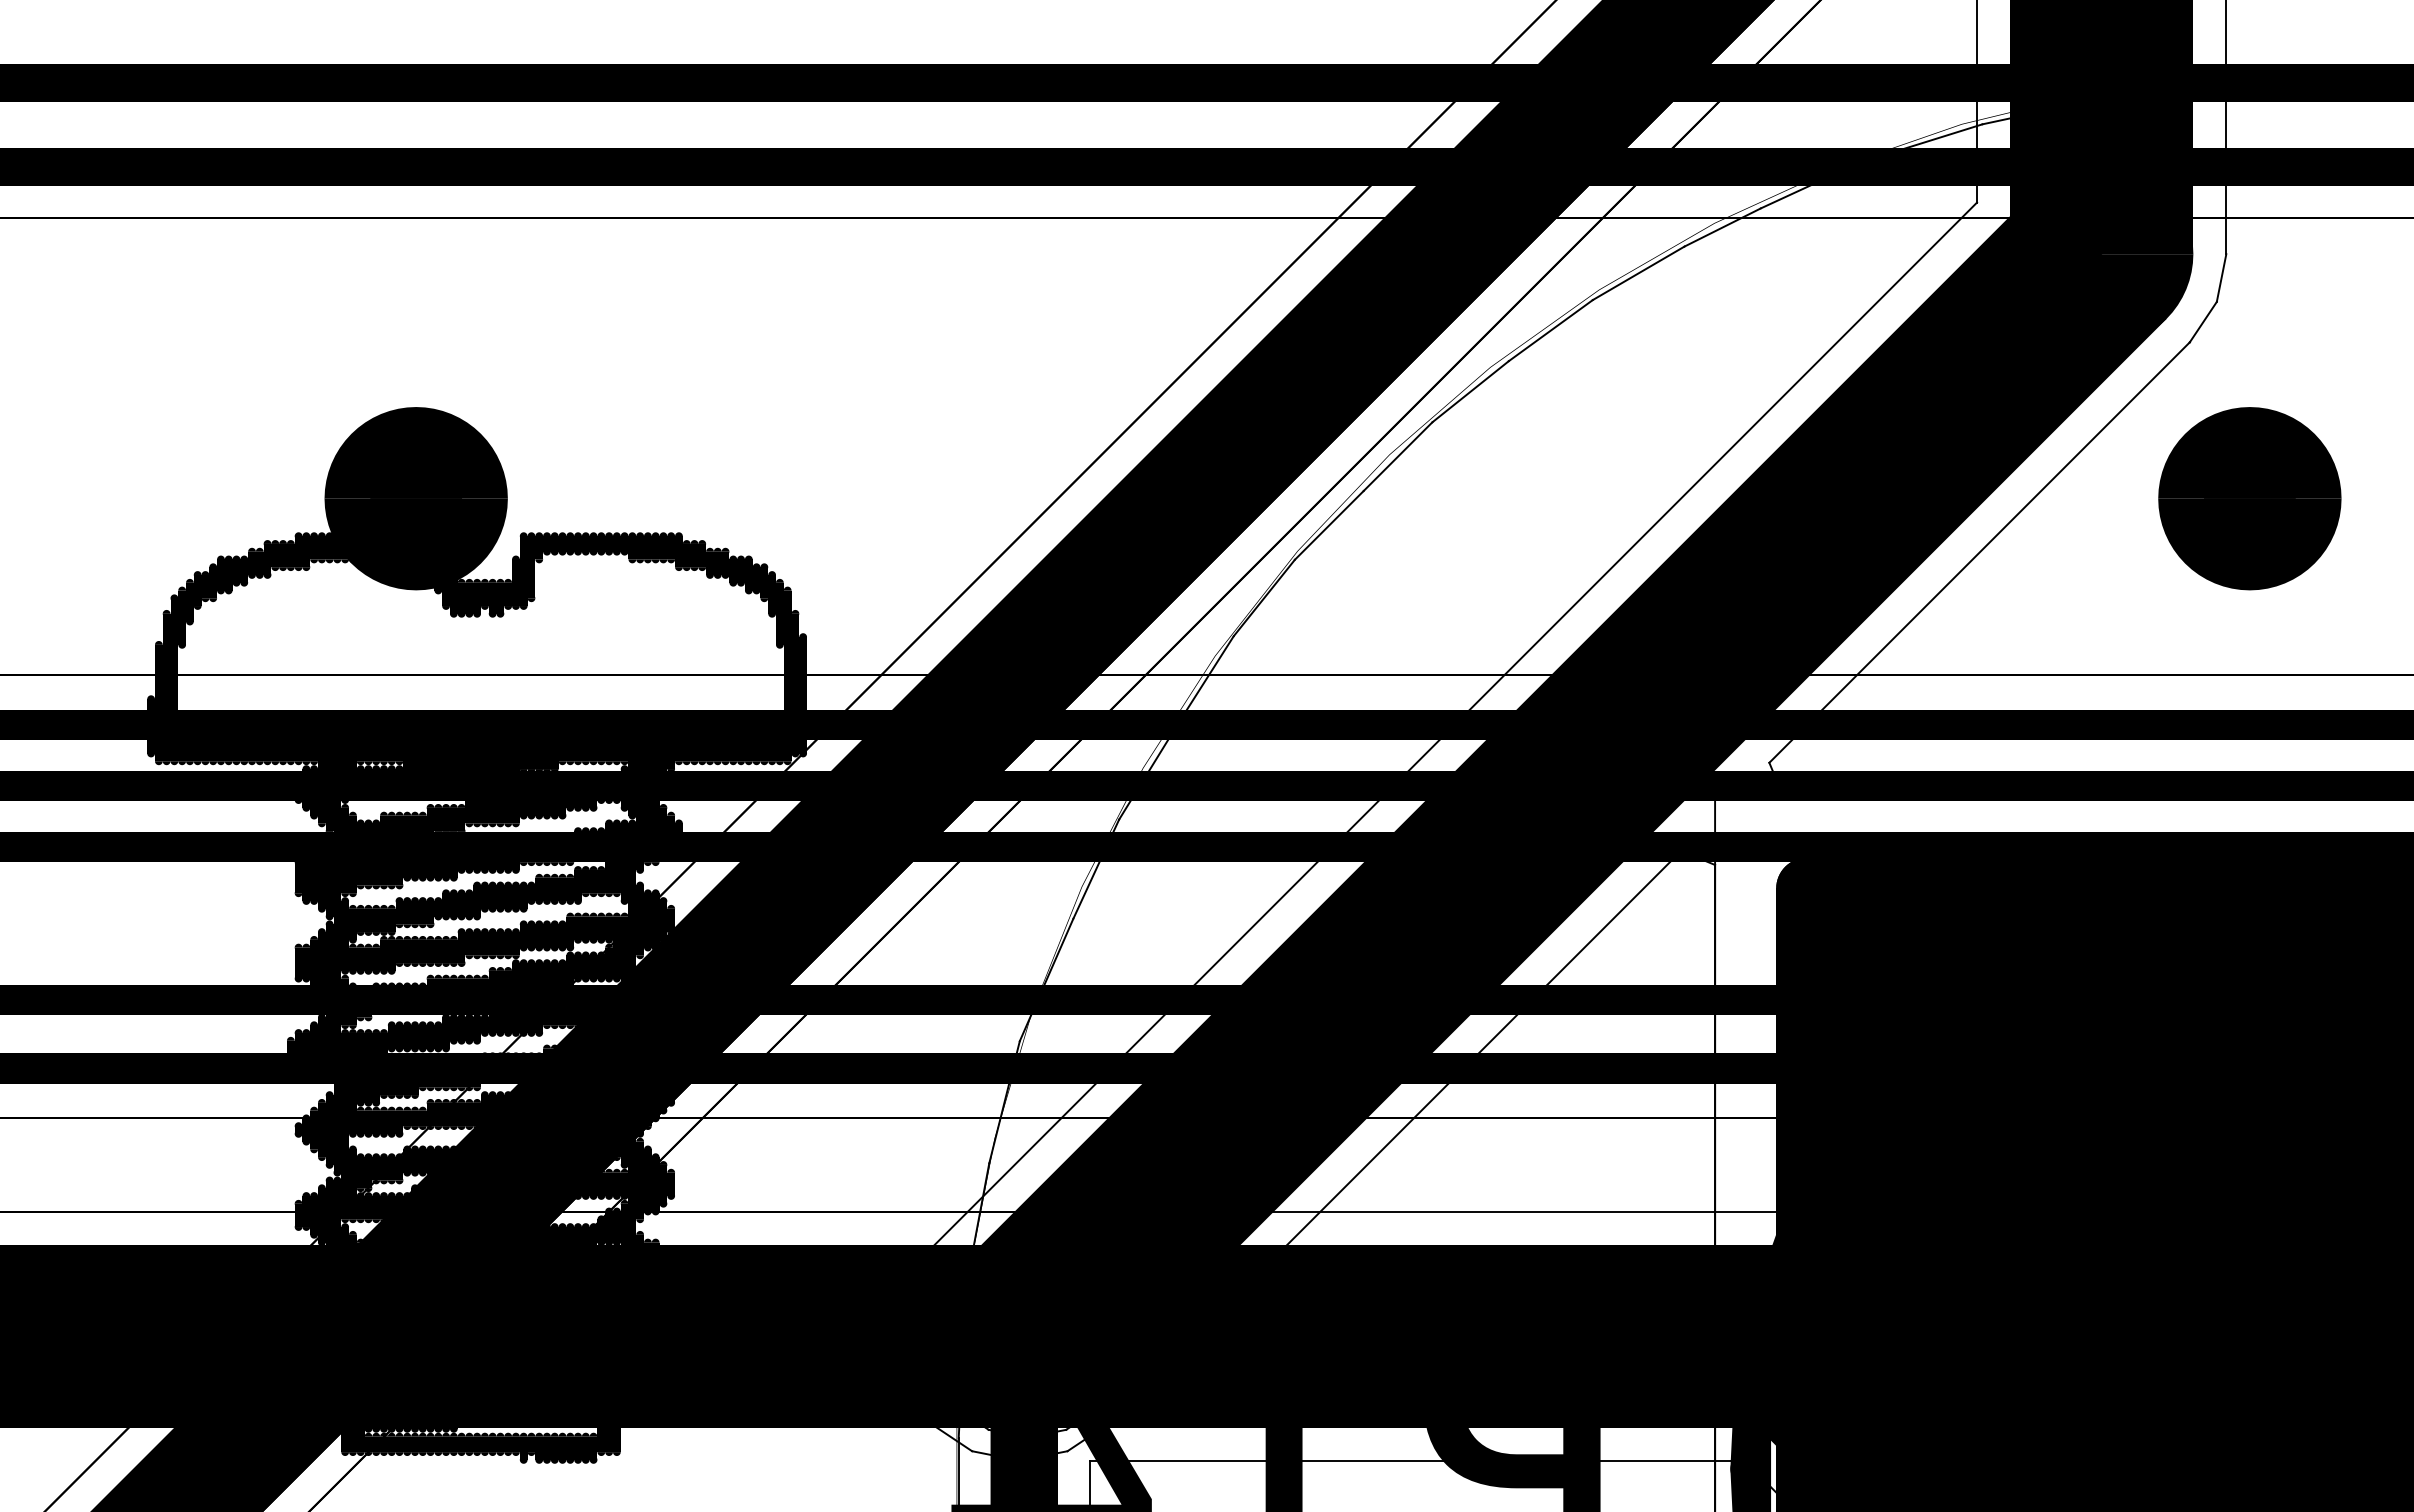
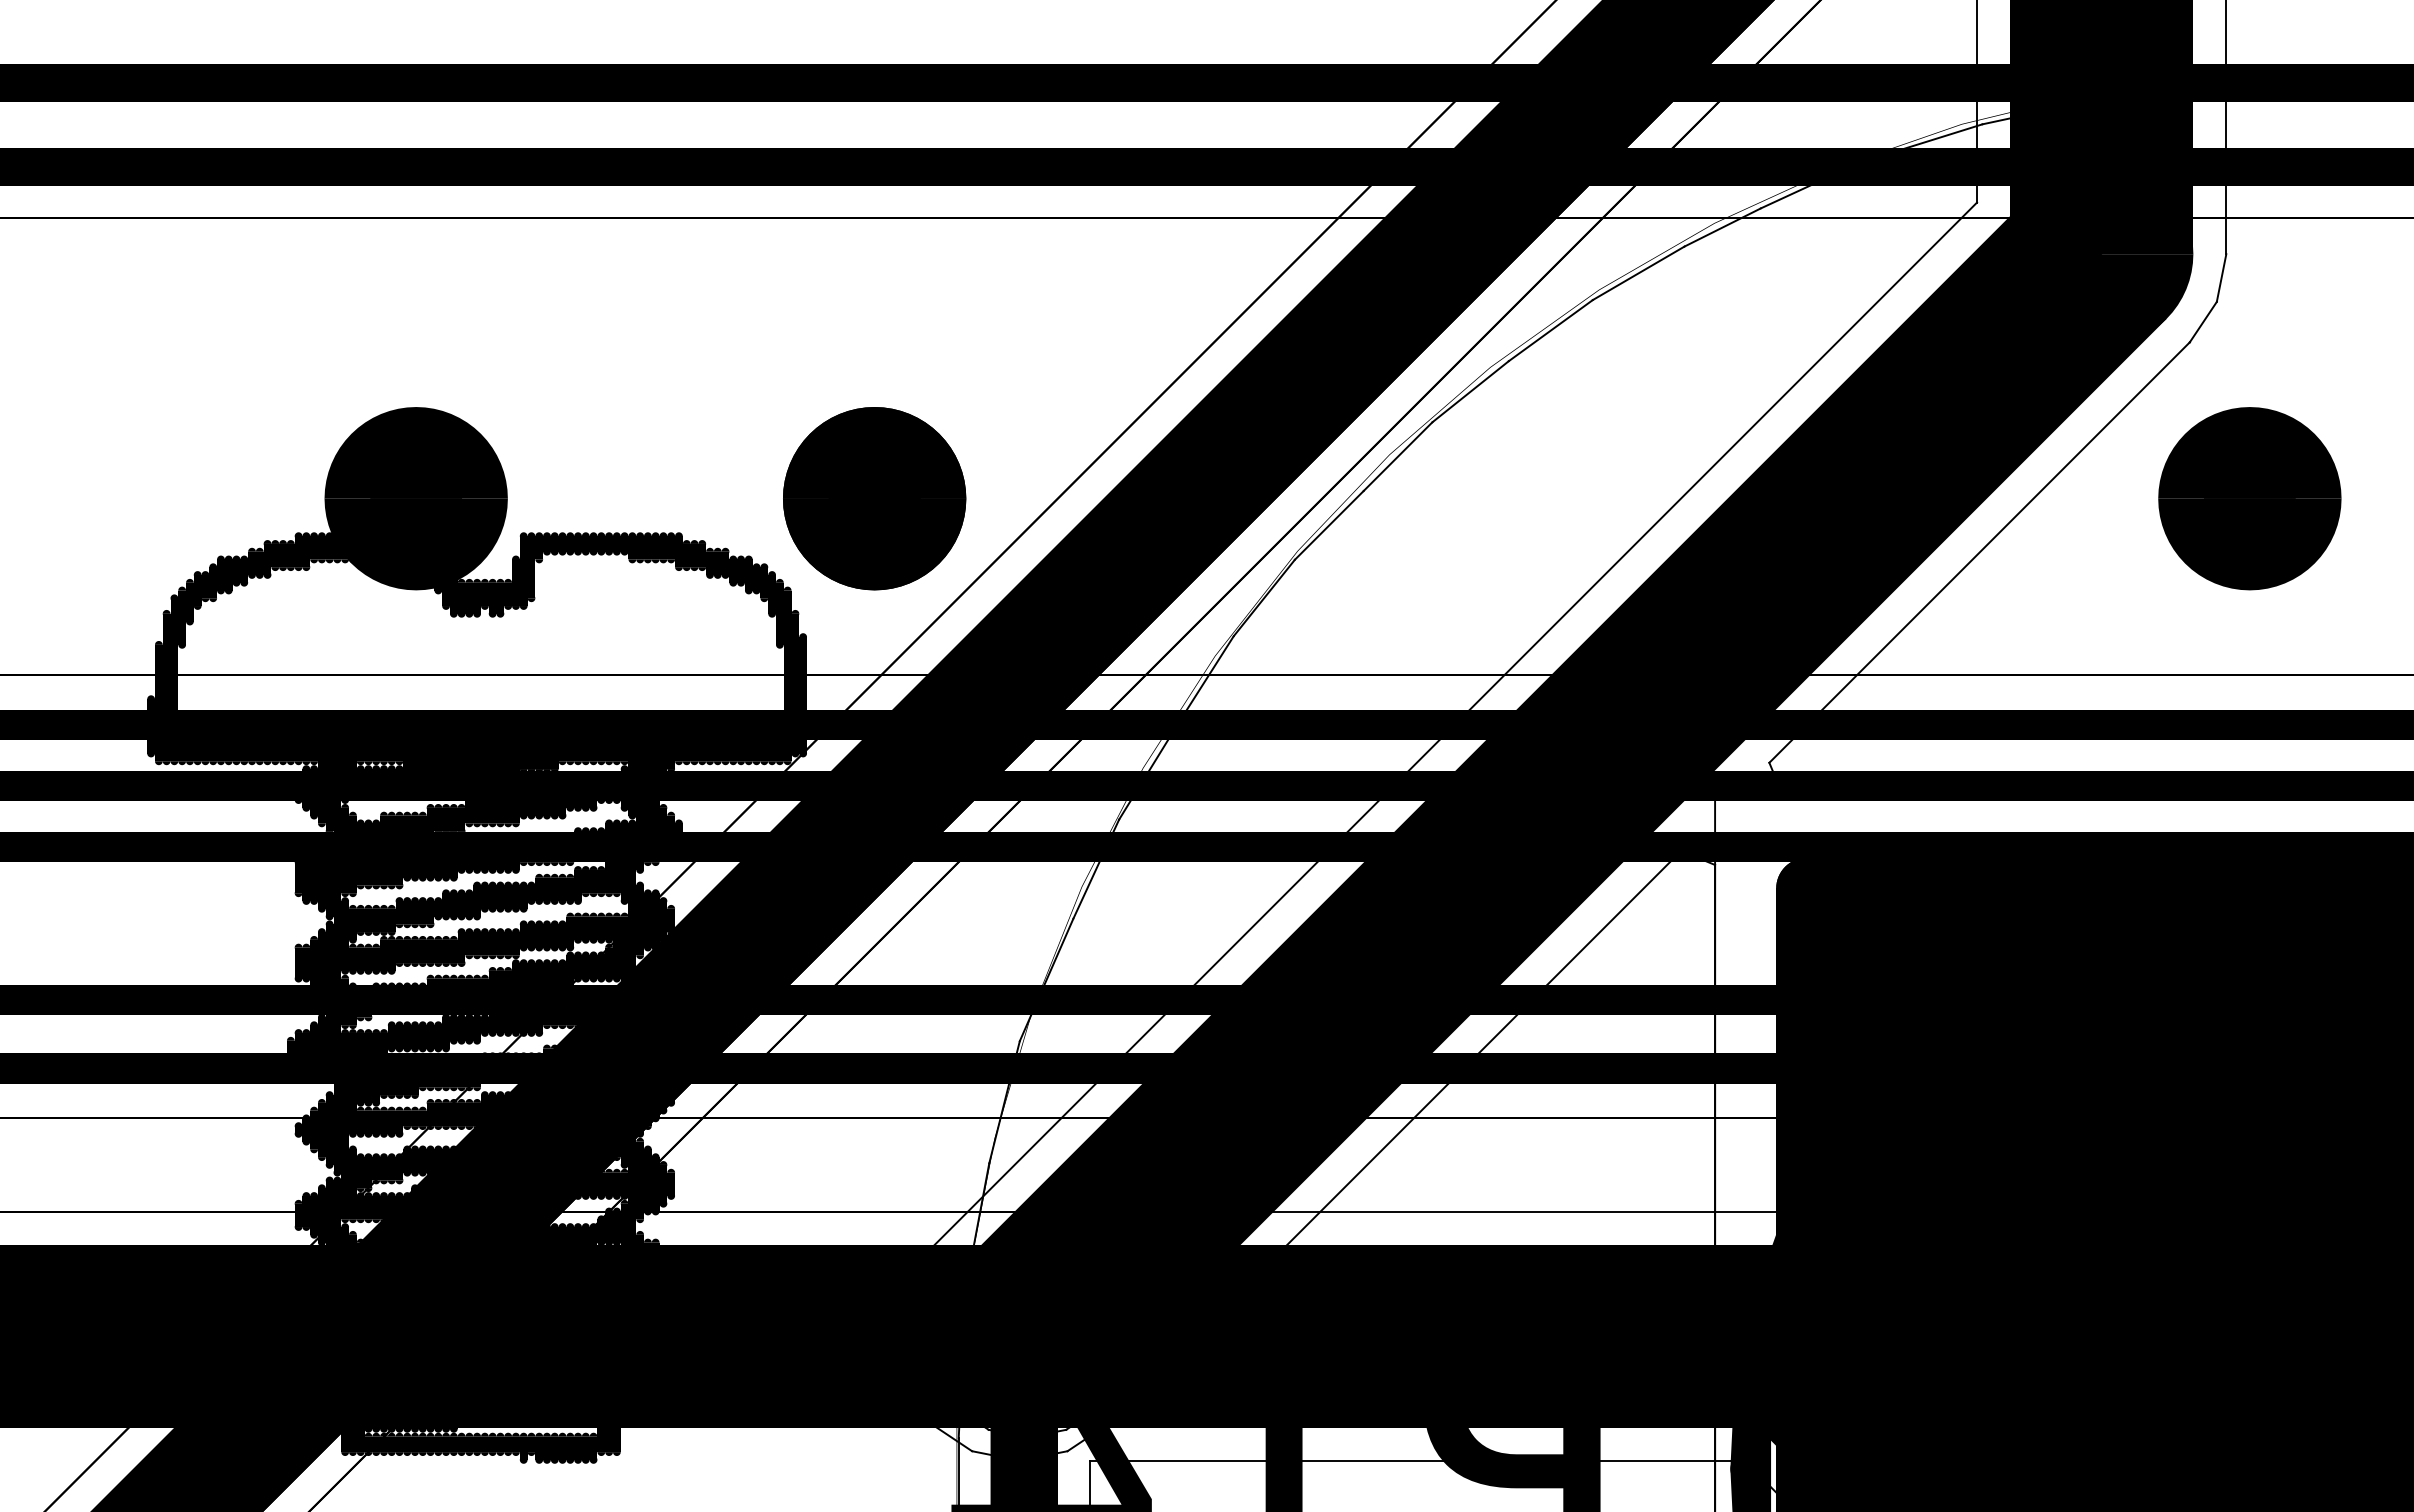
part at (874, 498): none -> present
